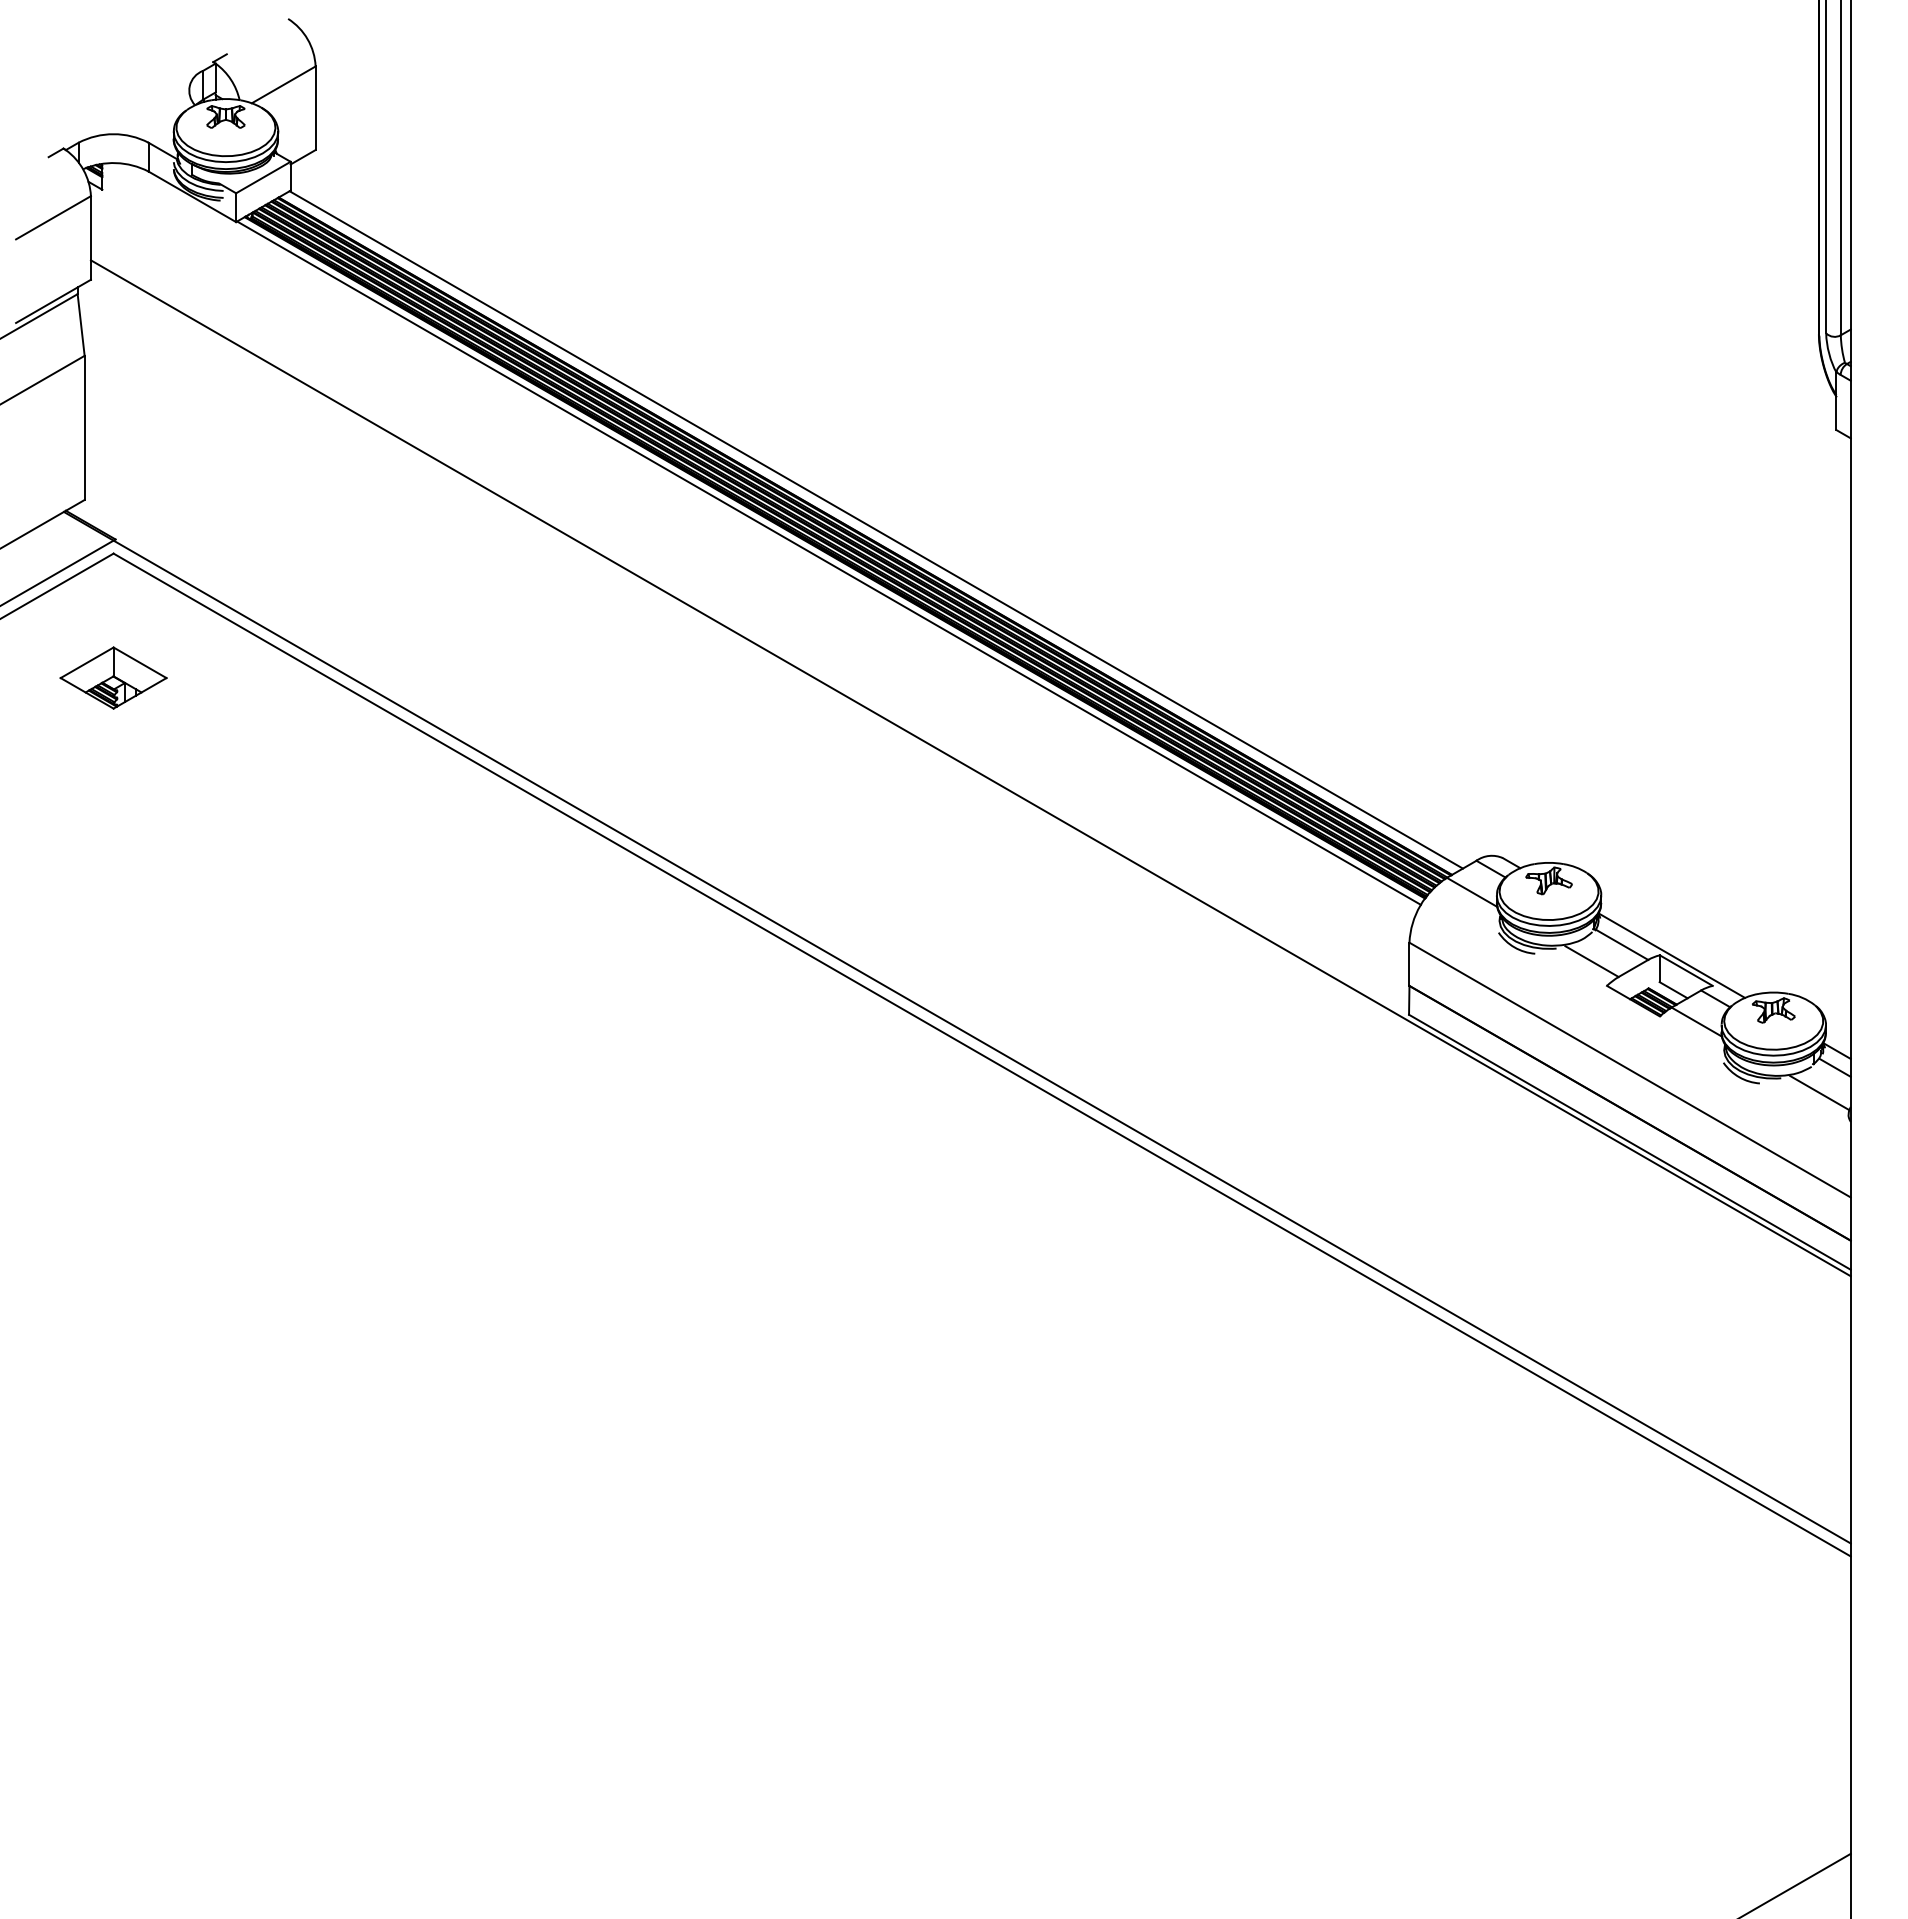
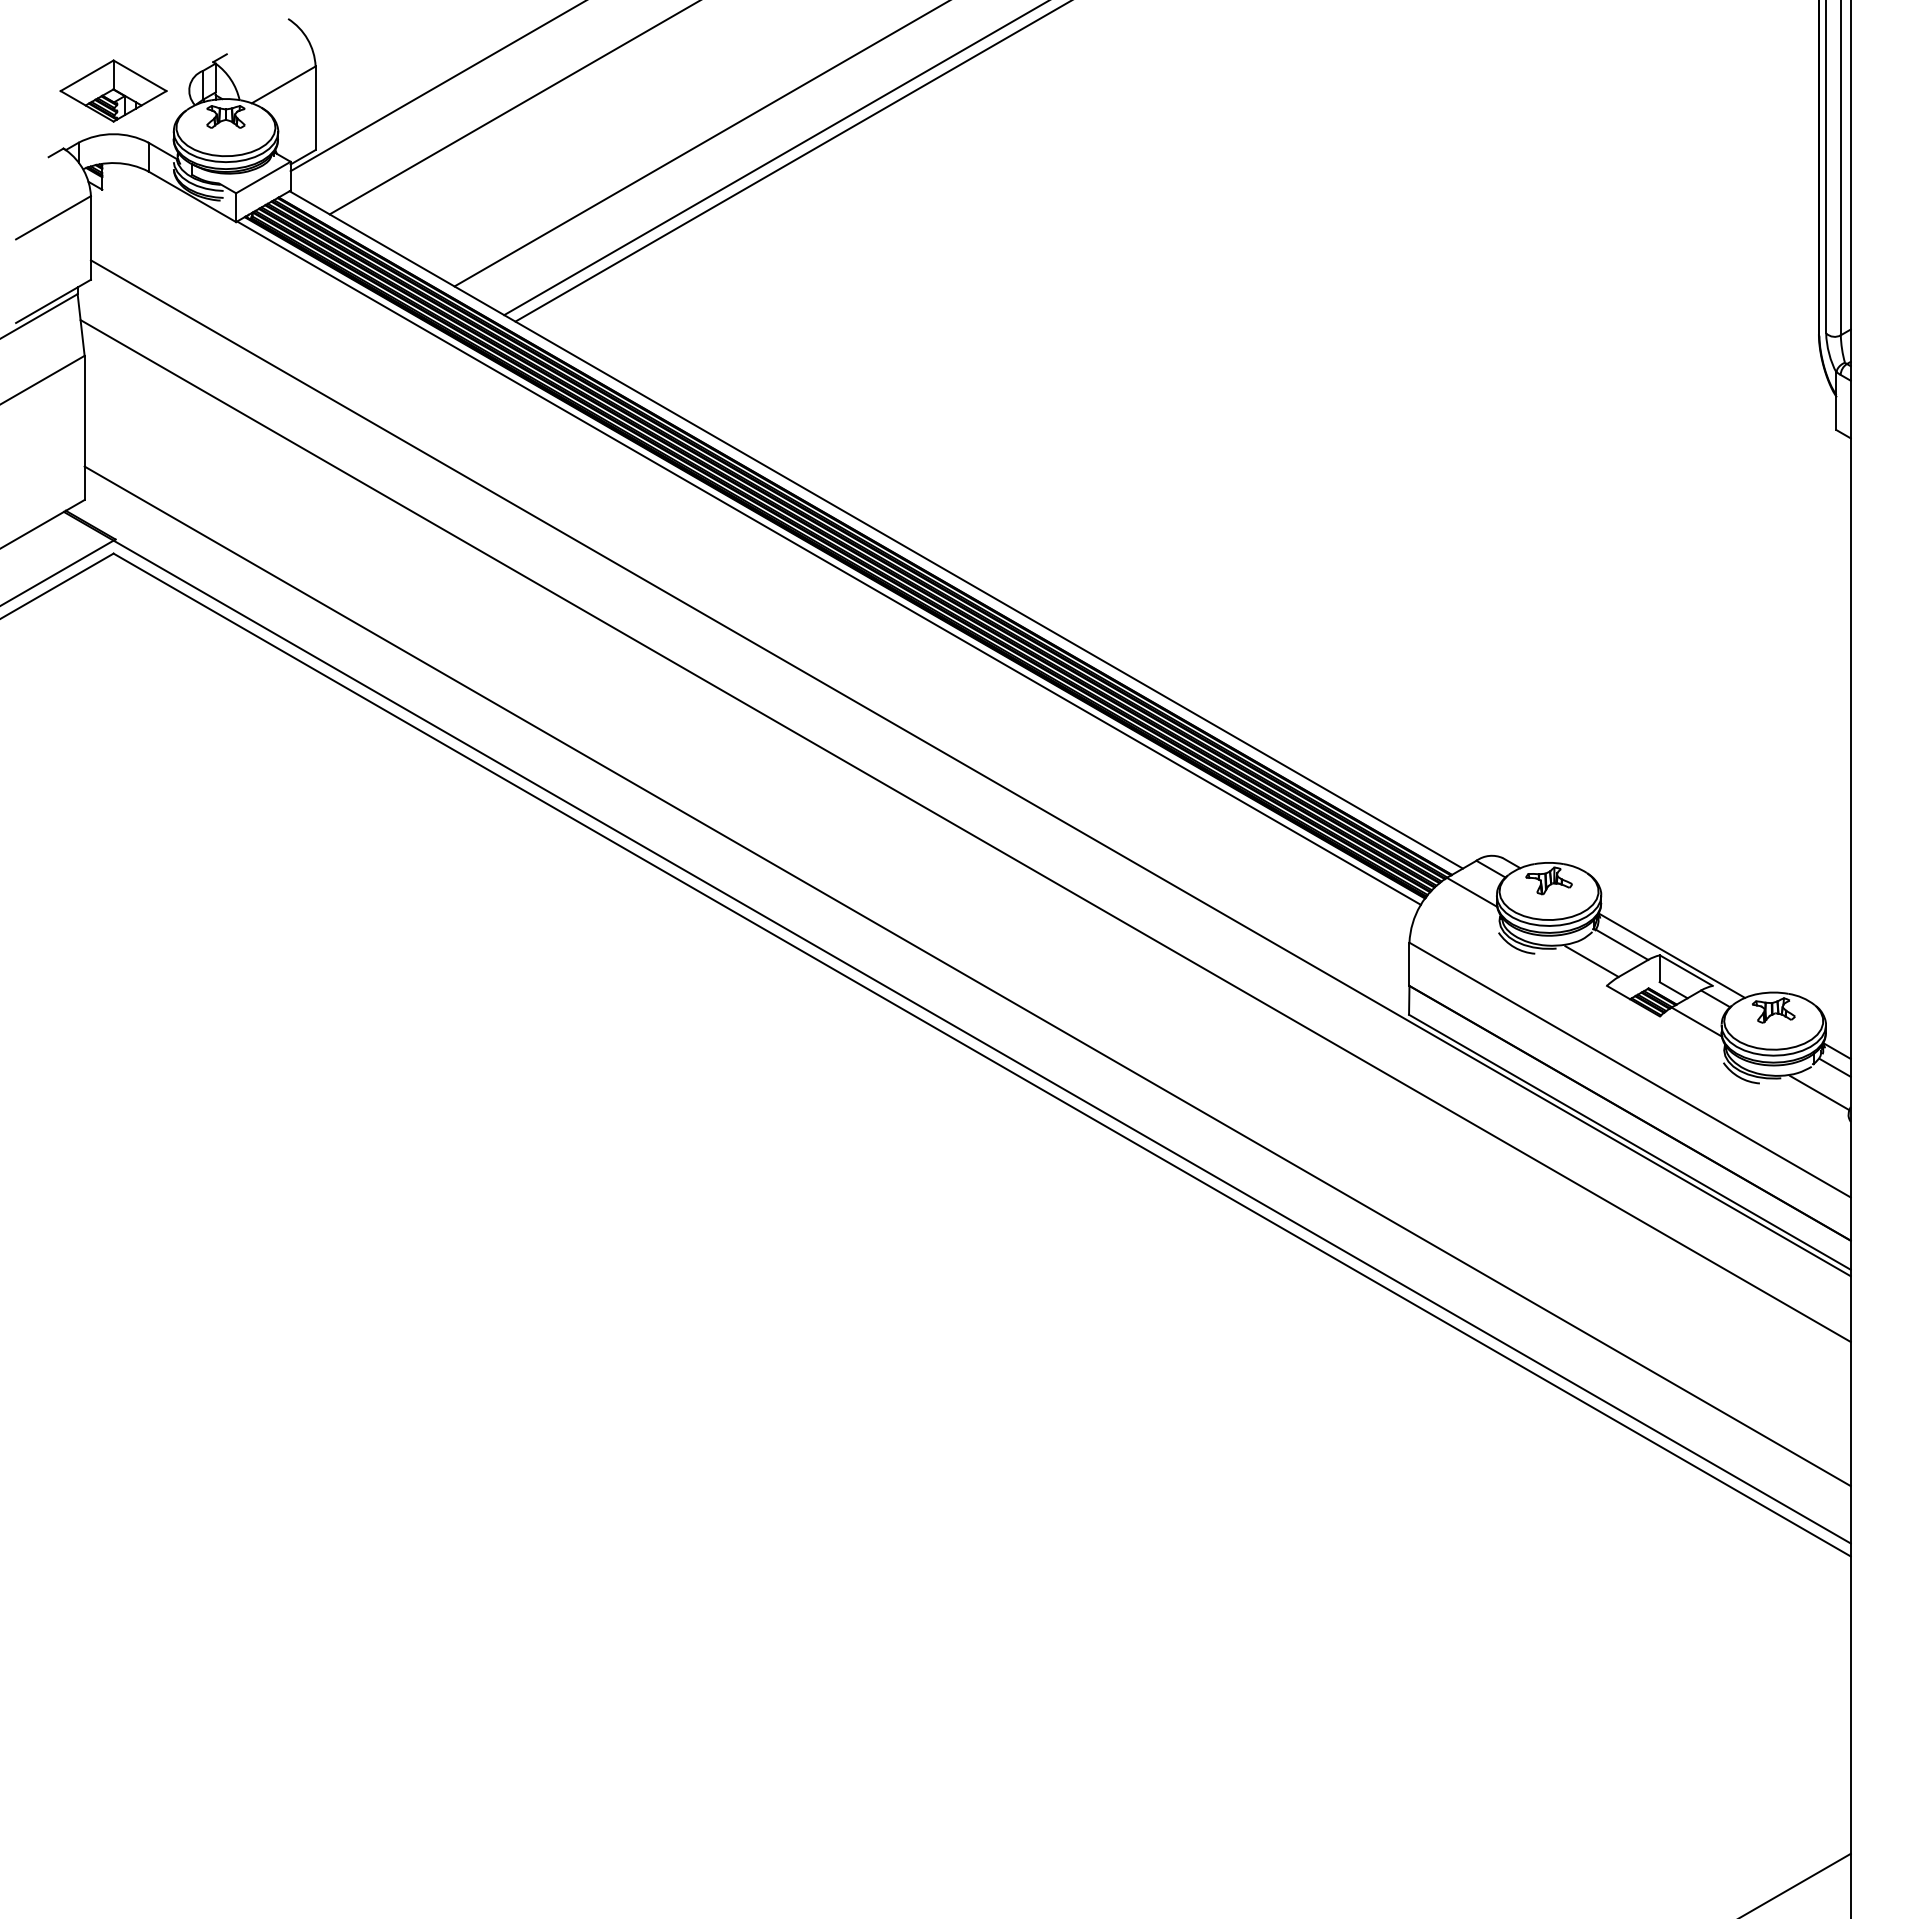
line at (436, 86): none -> present
line at (512, 108): none -> present
line at (700, 144): none -> present
line at (775, 158): none -> present
line at (791, 161): none -> present
part at (113, 677) position: (113, 677) -> (113, 90)
line at (965, 830): none -> present
line at (967, 976): none -> present
